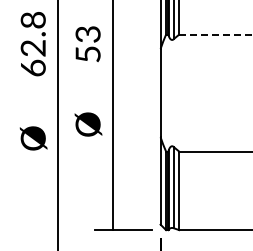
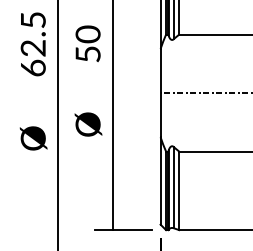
text at (32, 20): 62.8 -> 62.5
text at (87, 34): 53 -> 50
line at (216, 34): dashed -> solid
line at (204, 93): none -> present
